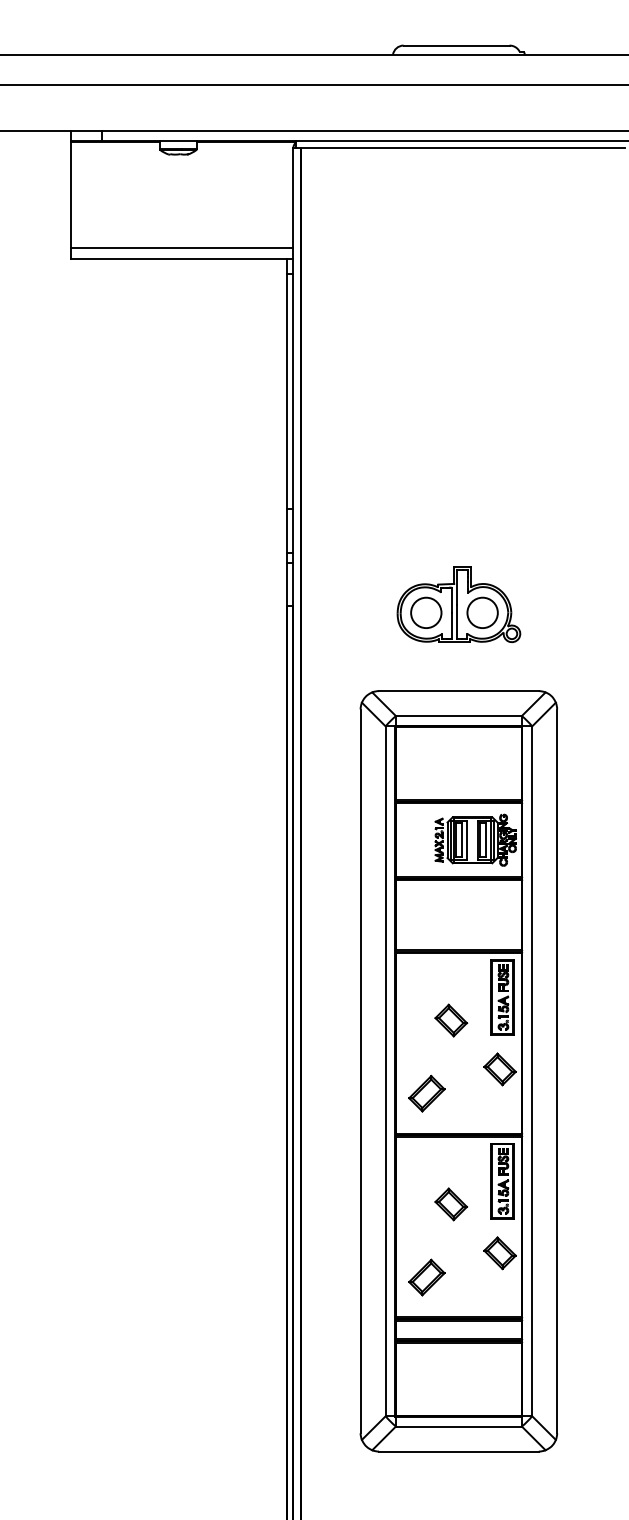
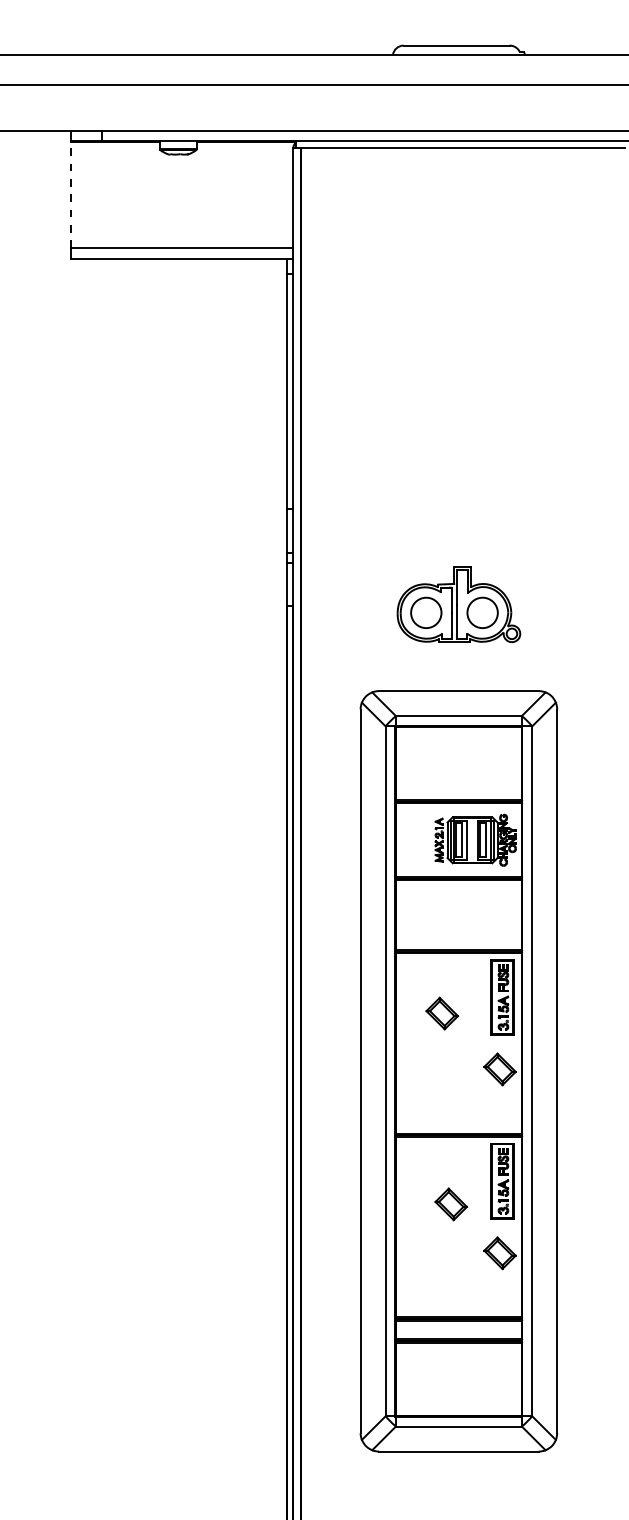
line at (71, 195): solid -> dashed
part at (451, 1020) position: (451, 1020) -> (442, 1013)
part at (426, 1093): present -> none
part at (426, 1277): present -> none
